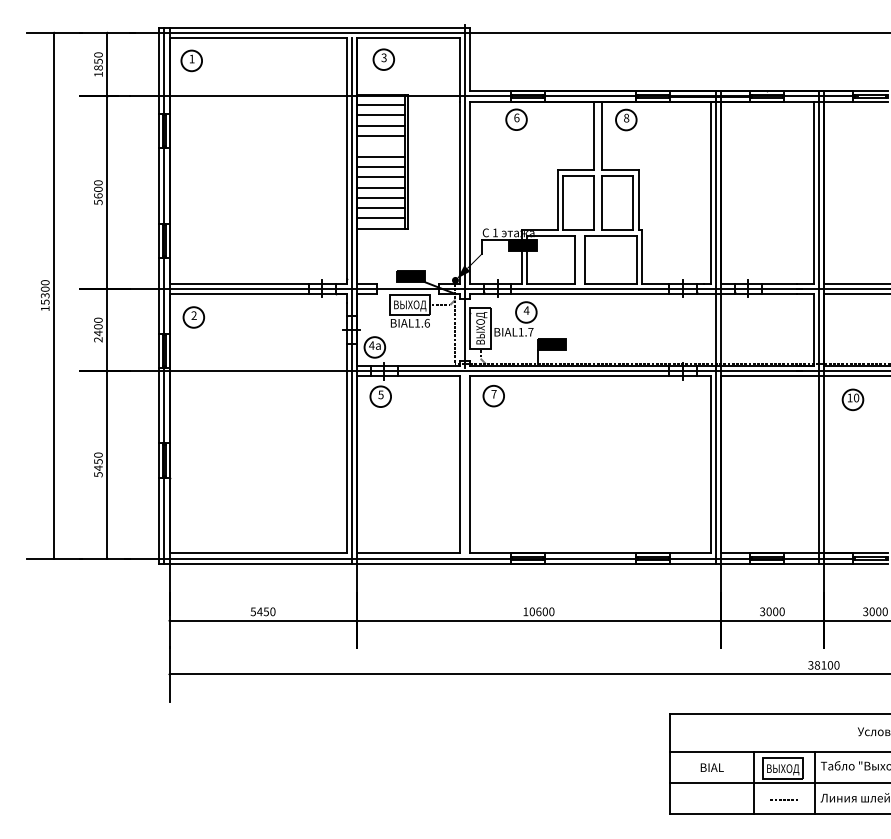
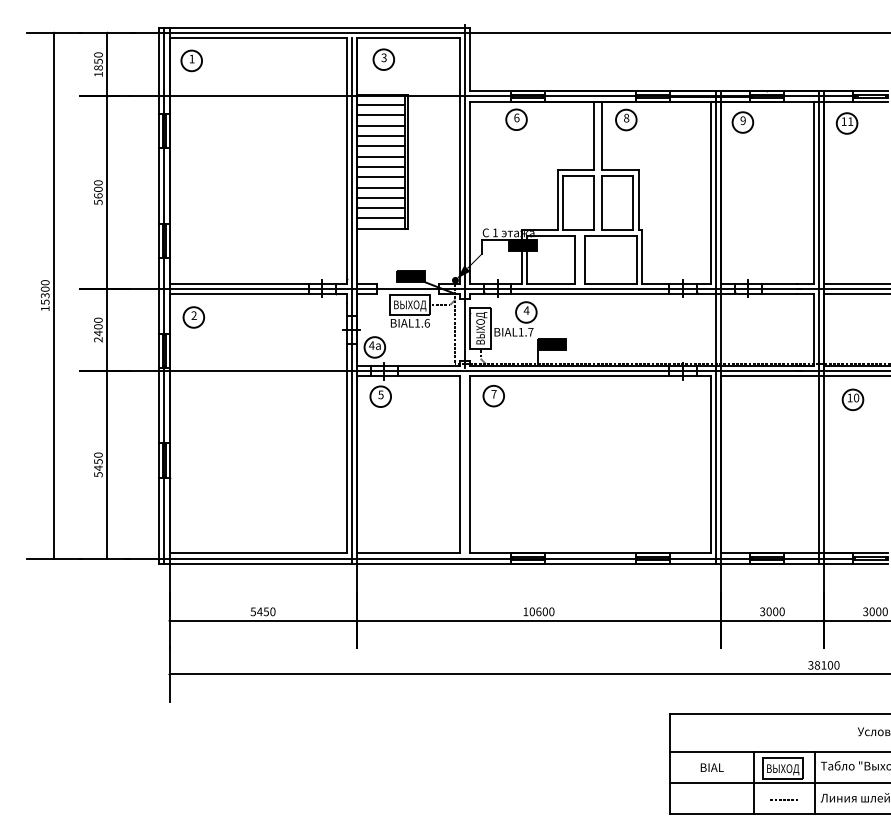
part at (742, 122): none -> present
part at (846, 123): none -> present
line at (380, 146): none -> present
